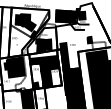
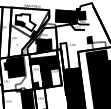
fill at (25, 22): present -> none
fill at (64, 56): present -> none
